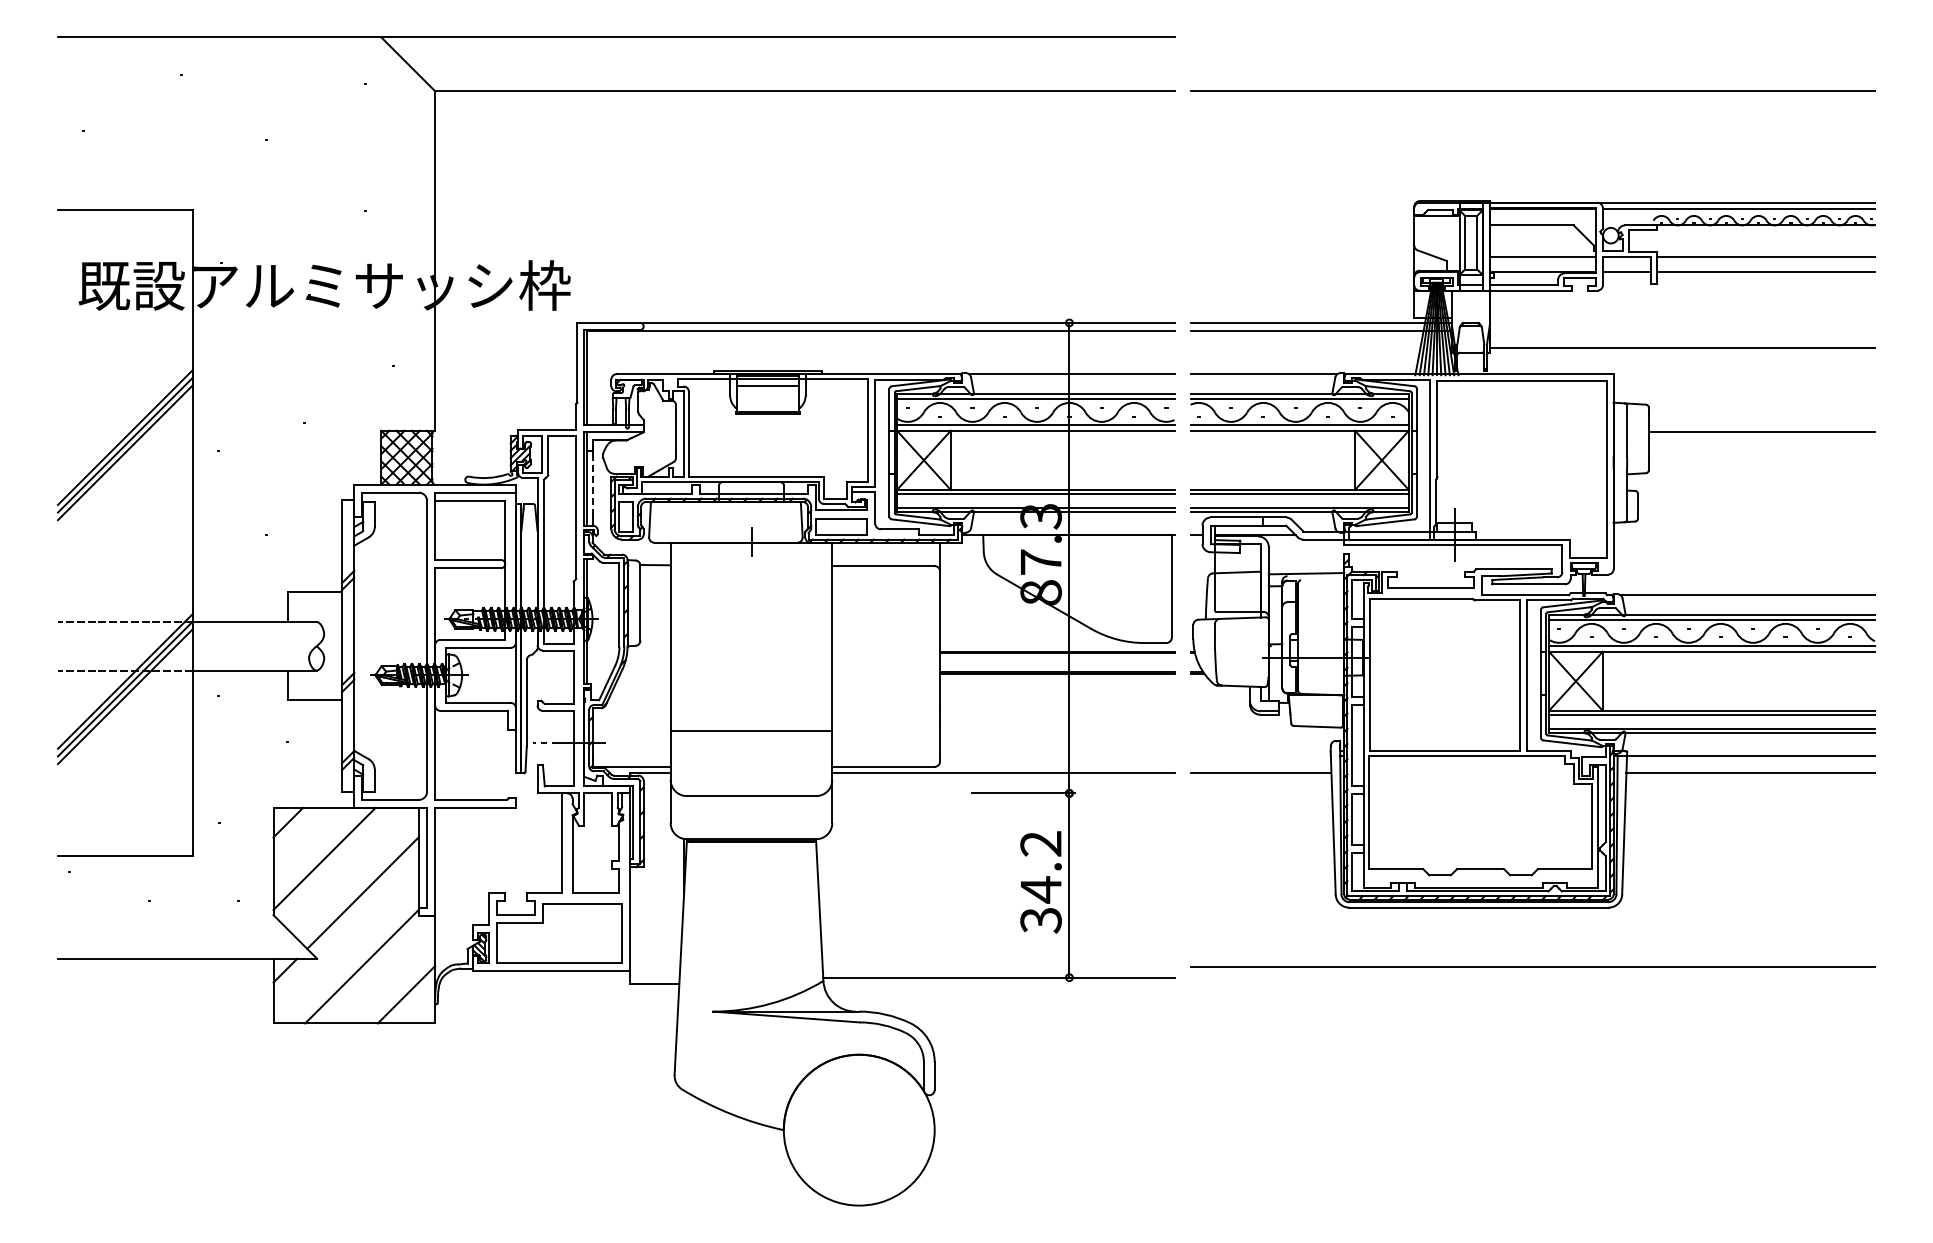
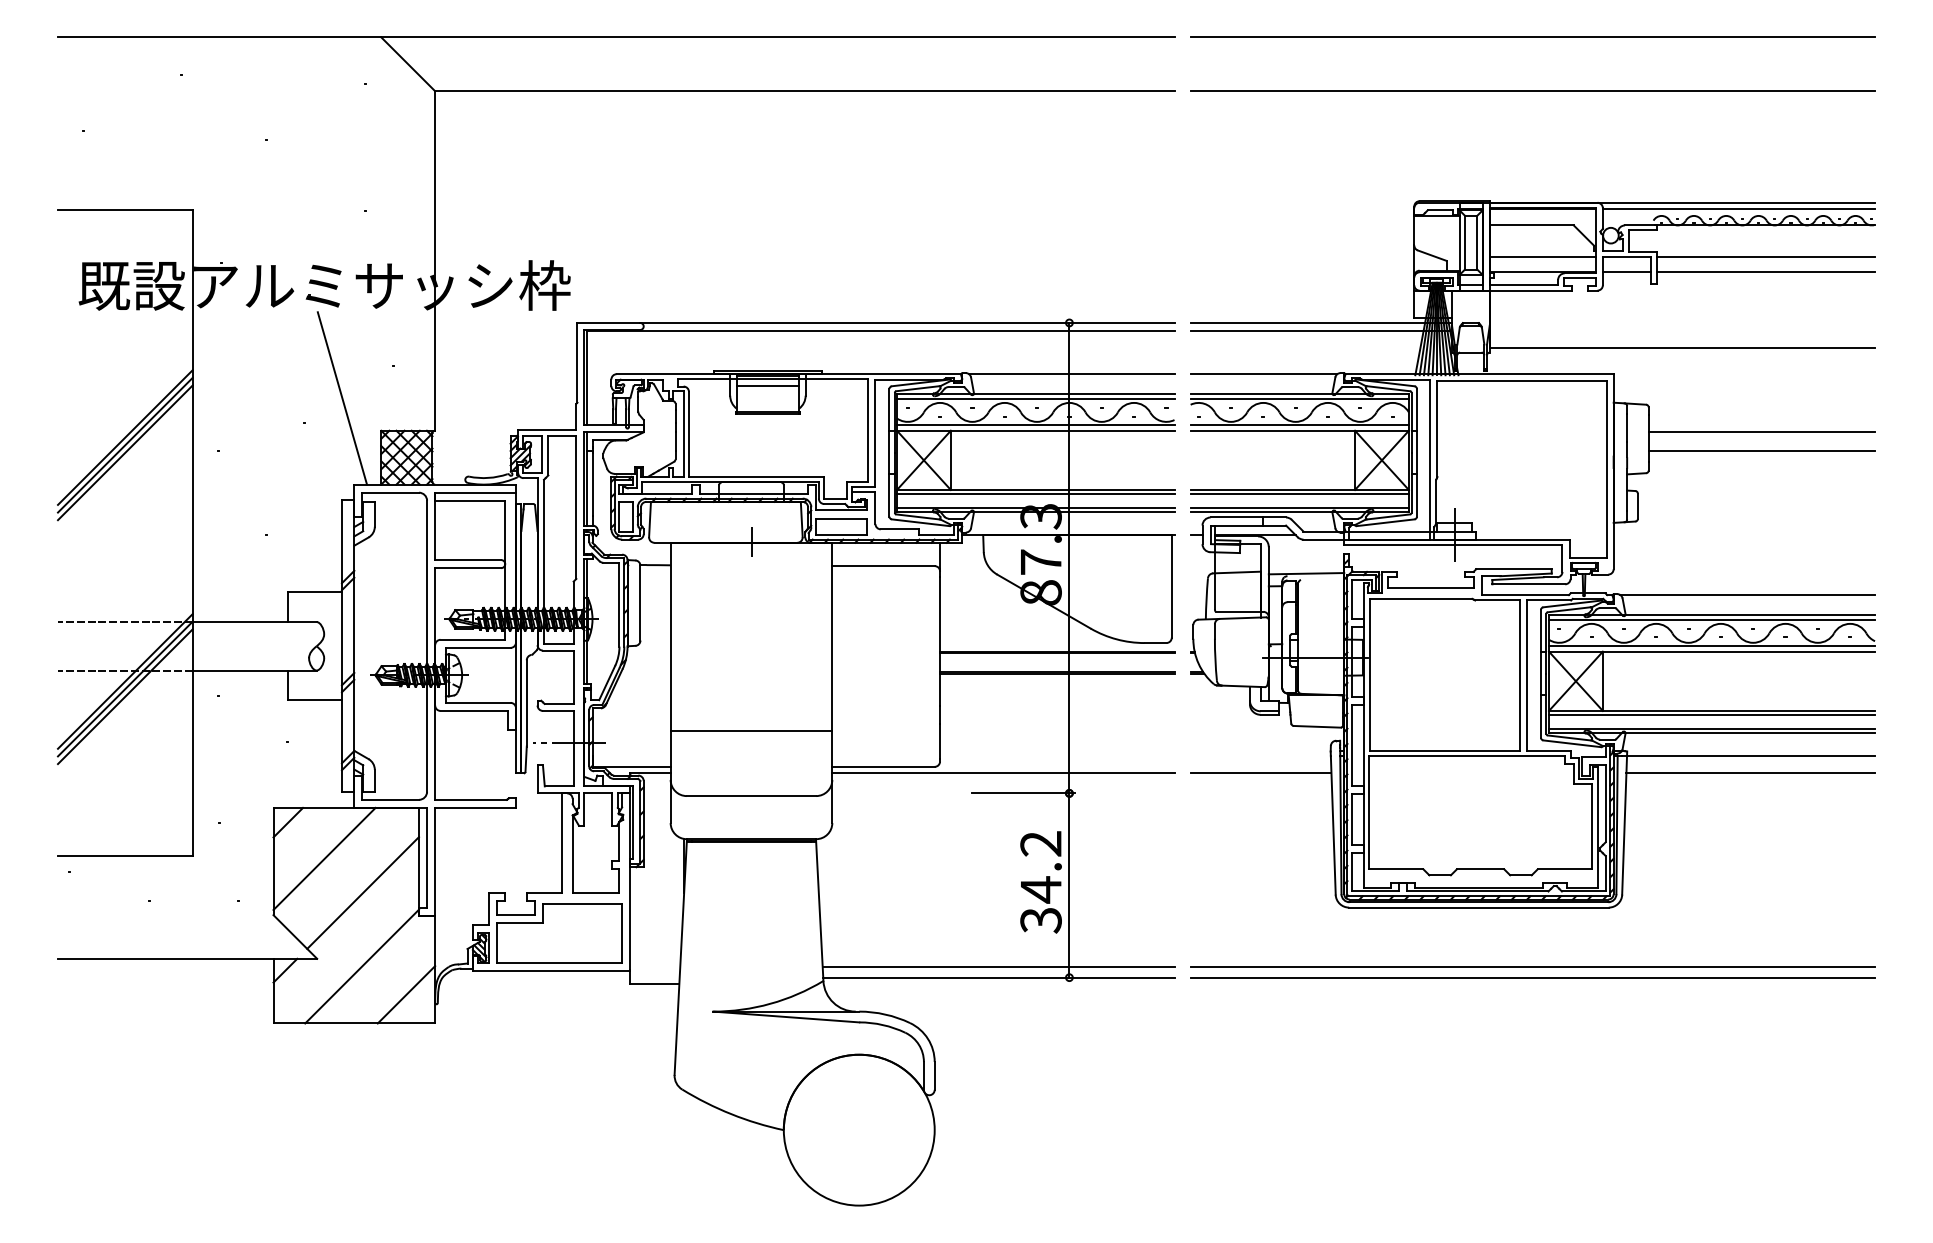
line at (1532, 37): none -> present
line at (342, 398): none -> present
line at (1761, 450): none -> present
line at (592, 484): dashed -> solid
line at (998, 966): none -> present
line at (1532, 977): none -> present
